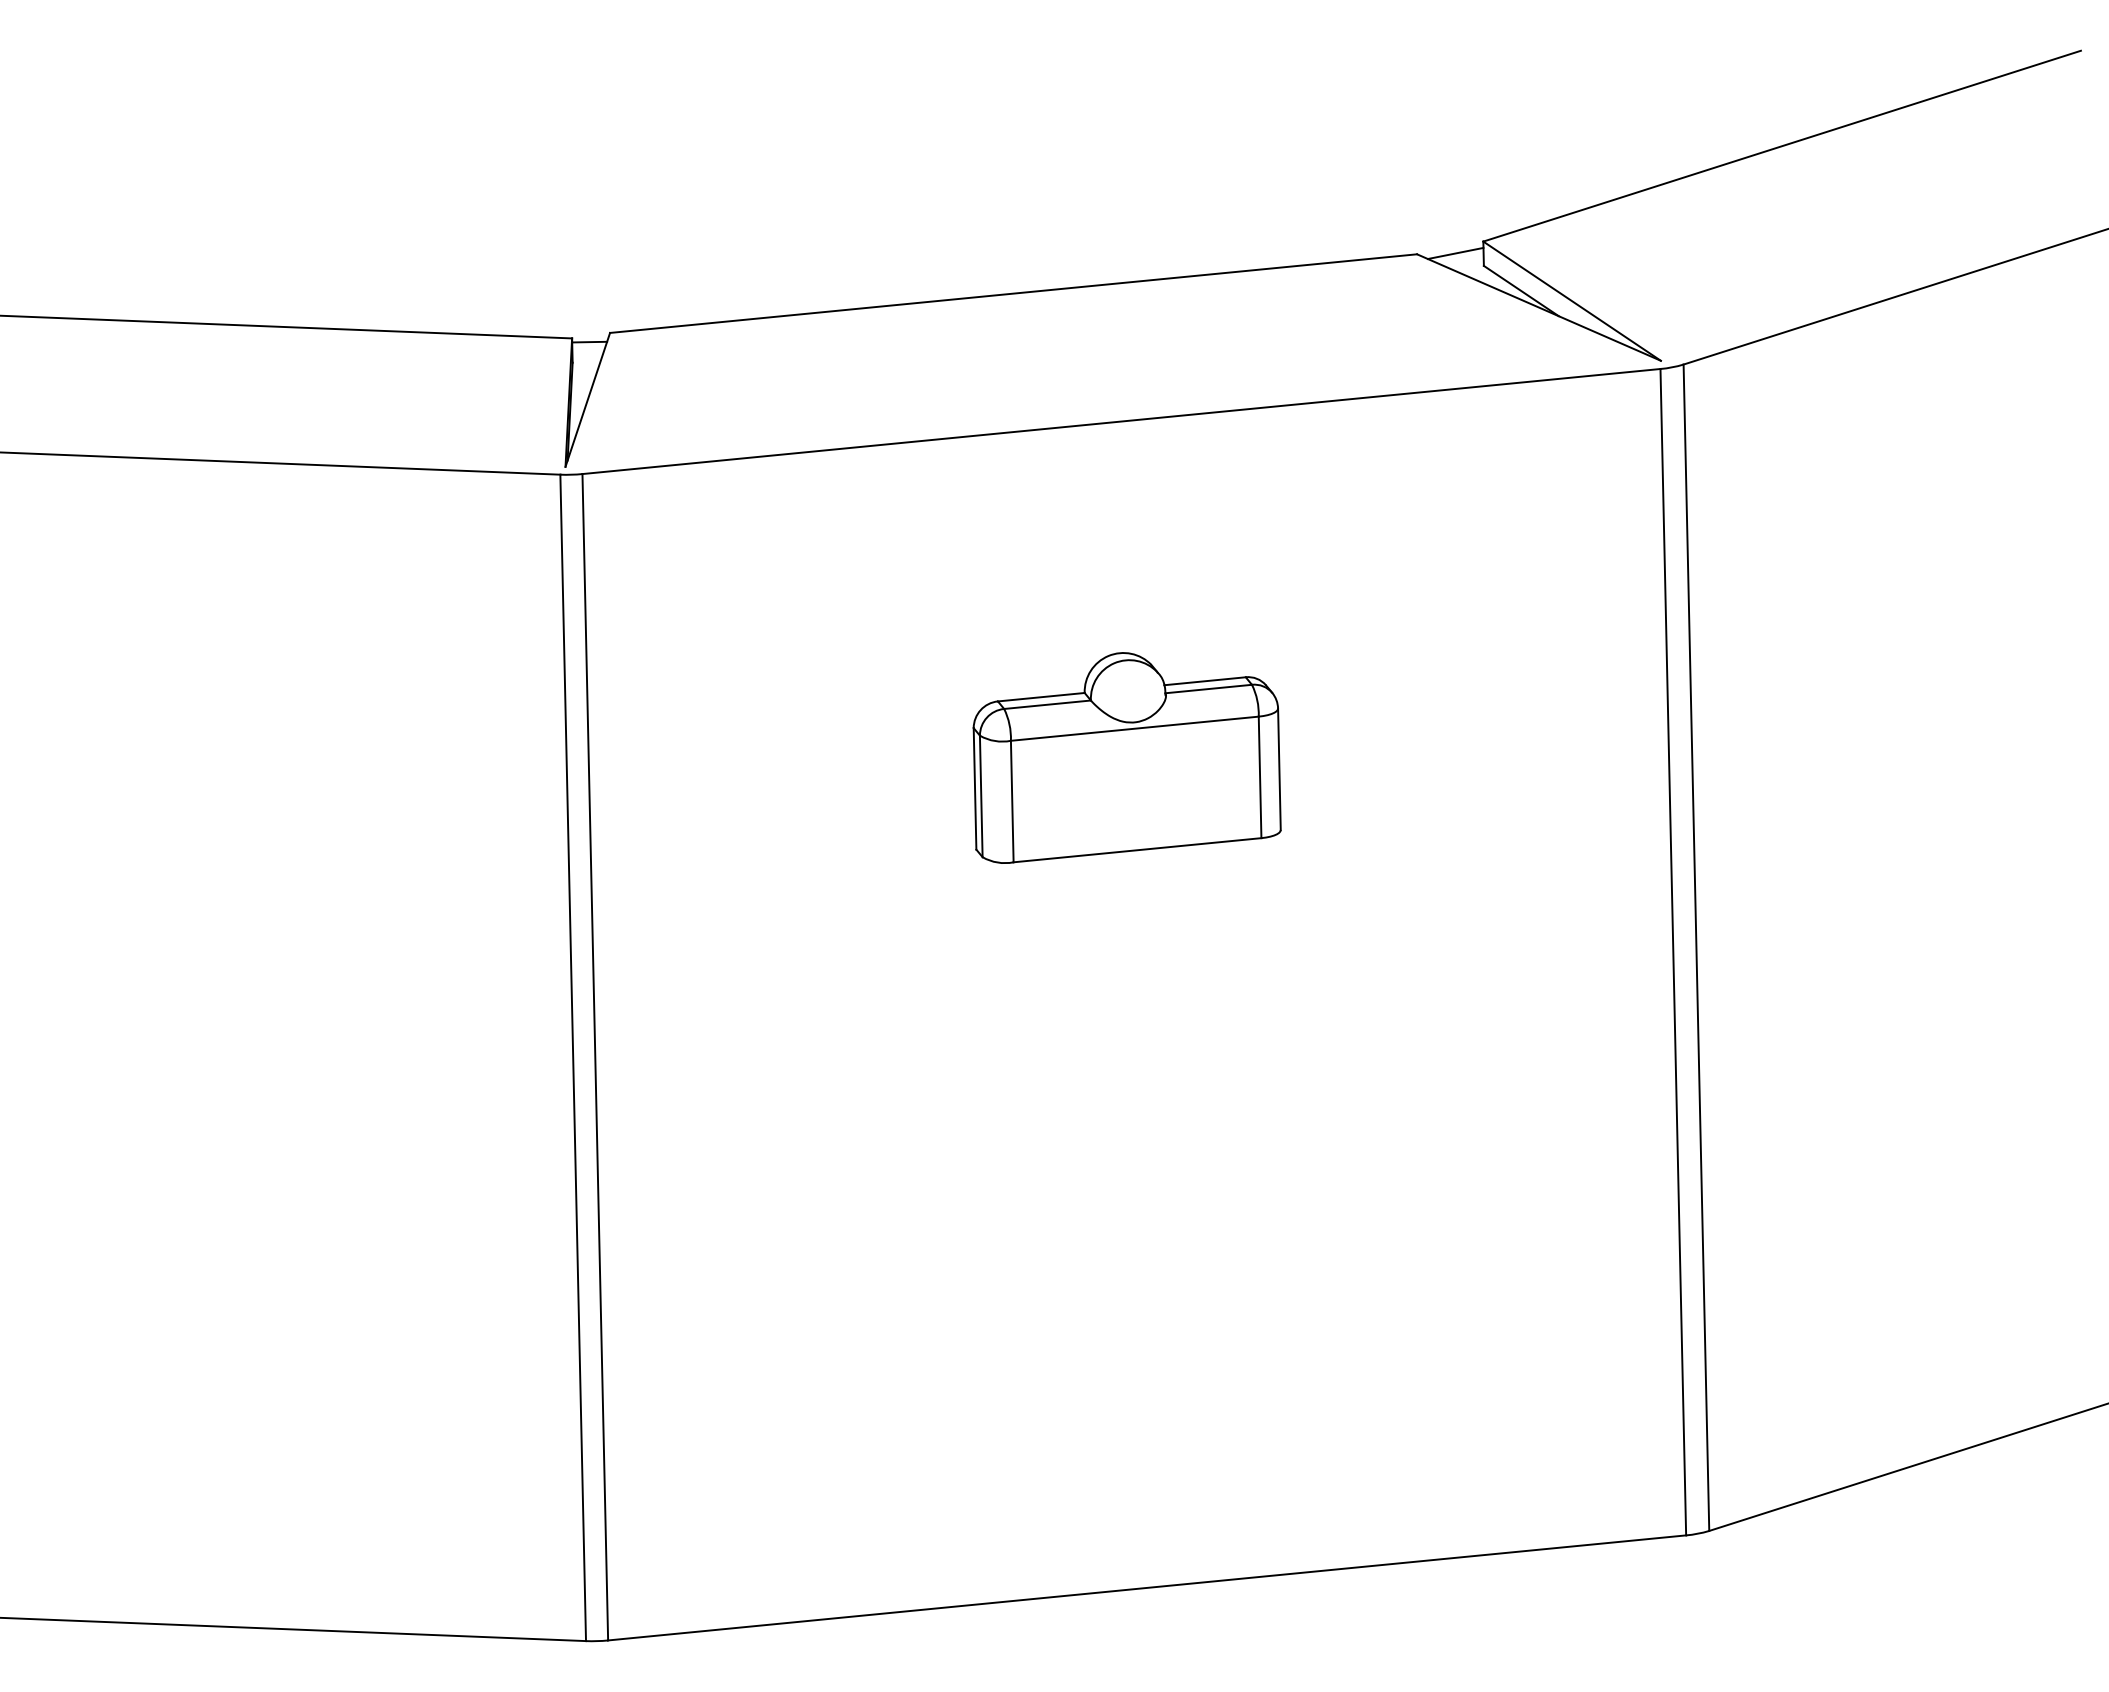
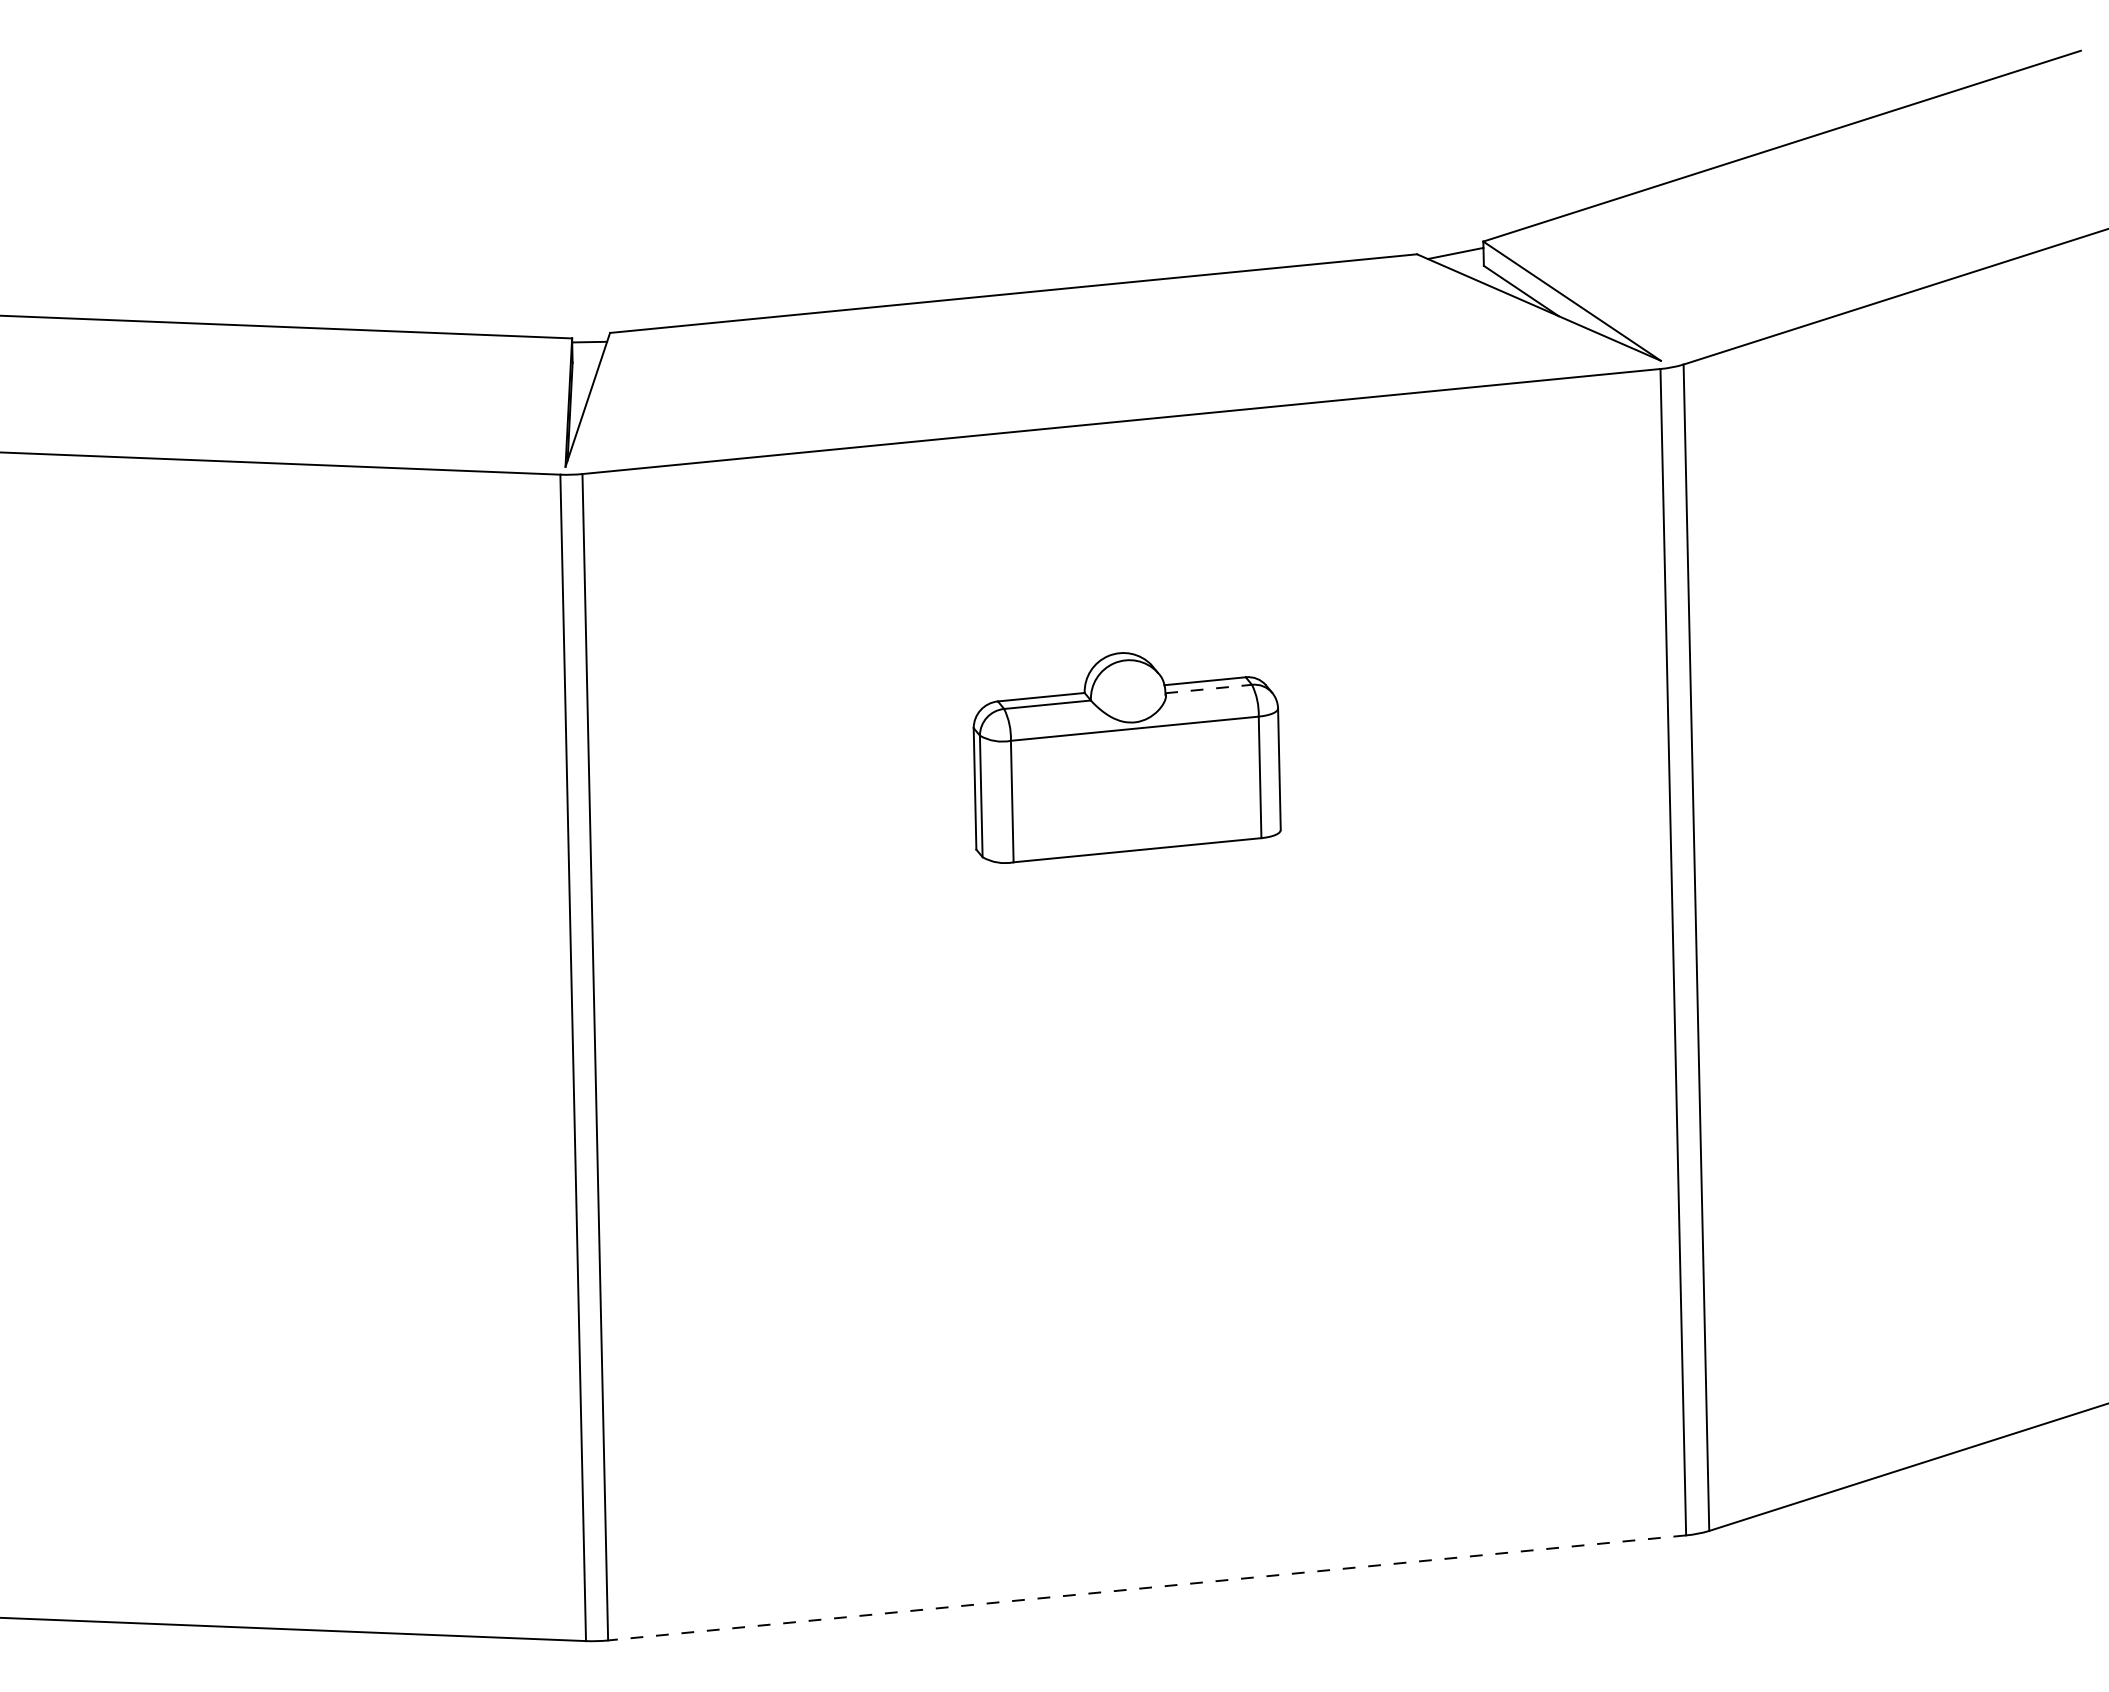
line at (1208, 689): solid -> dashed
line at (1147, 1587): solid -> dashed
